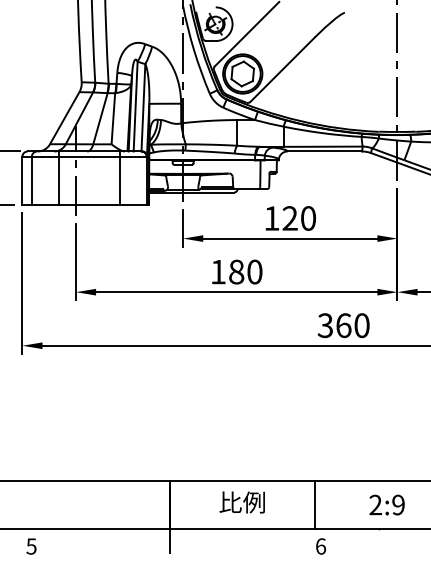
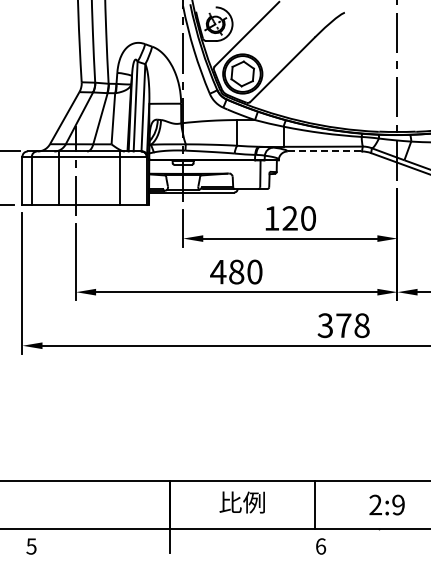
line at (325, 151): solid -> dashed
text at (218, 272): 180 -> 480
text at (352, 325): 360 -> 378
